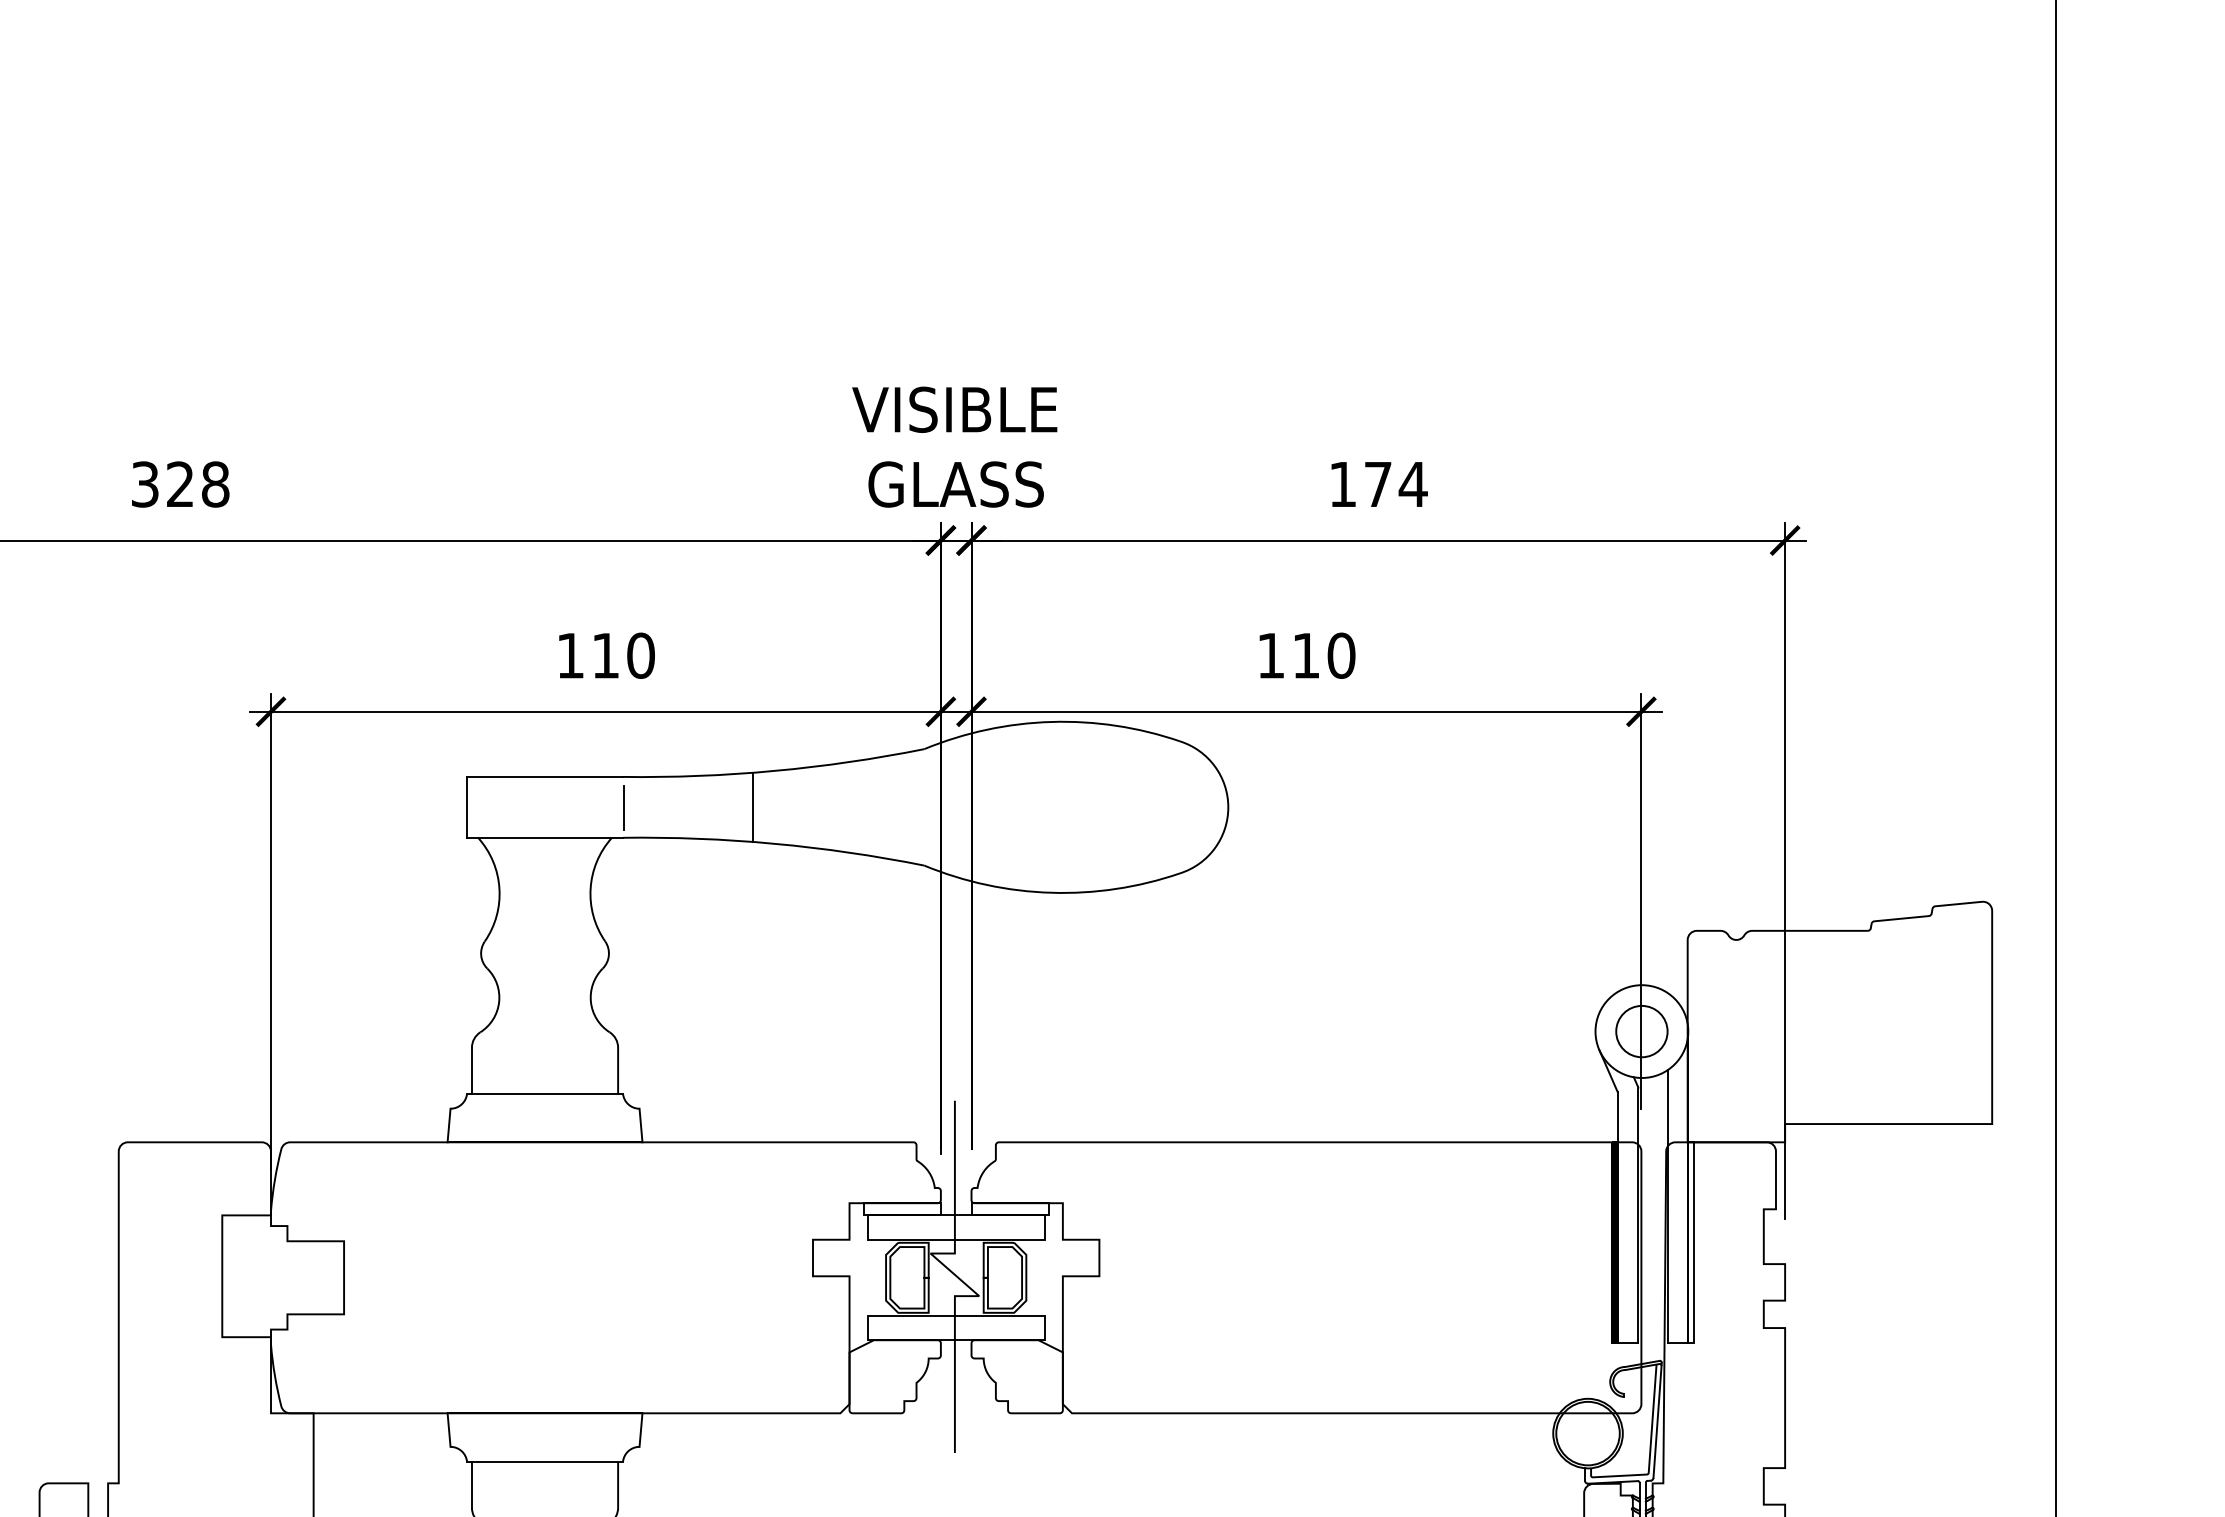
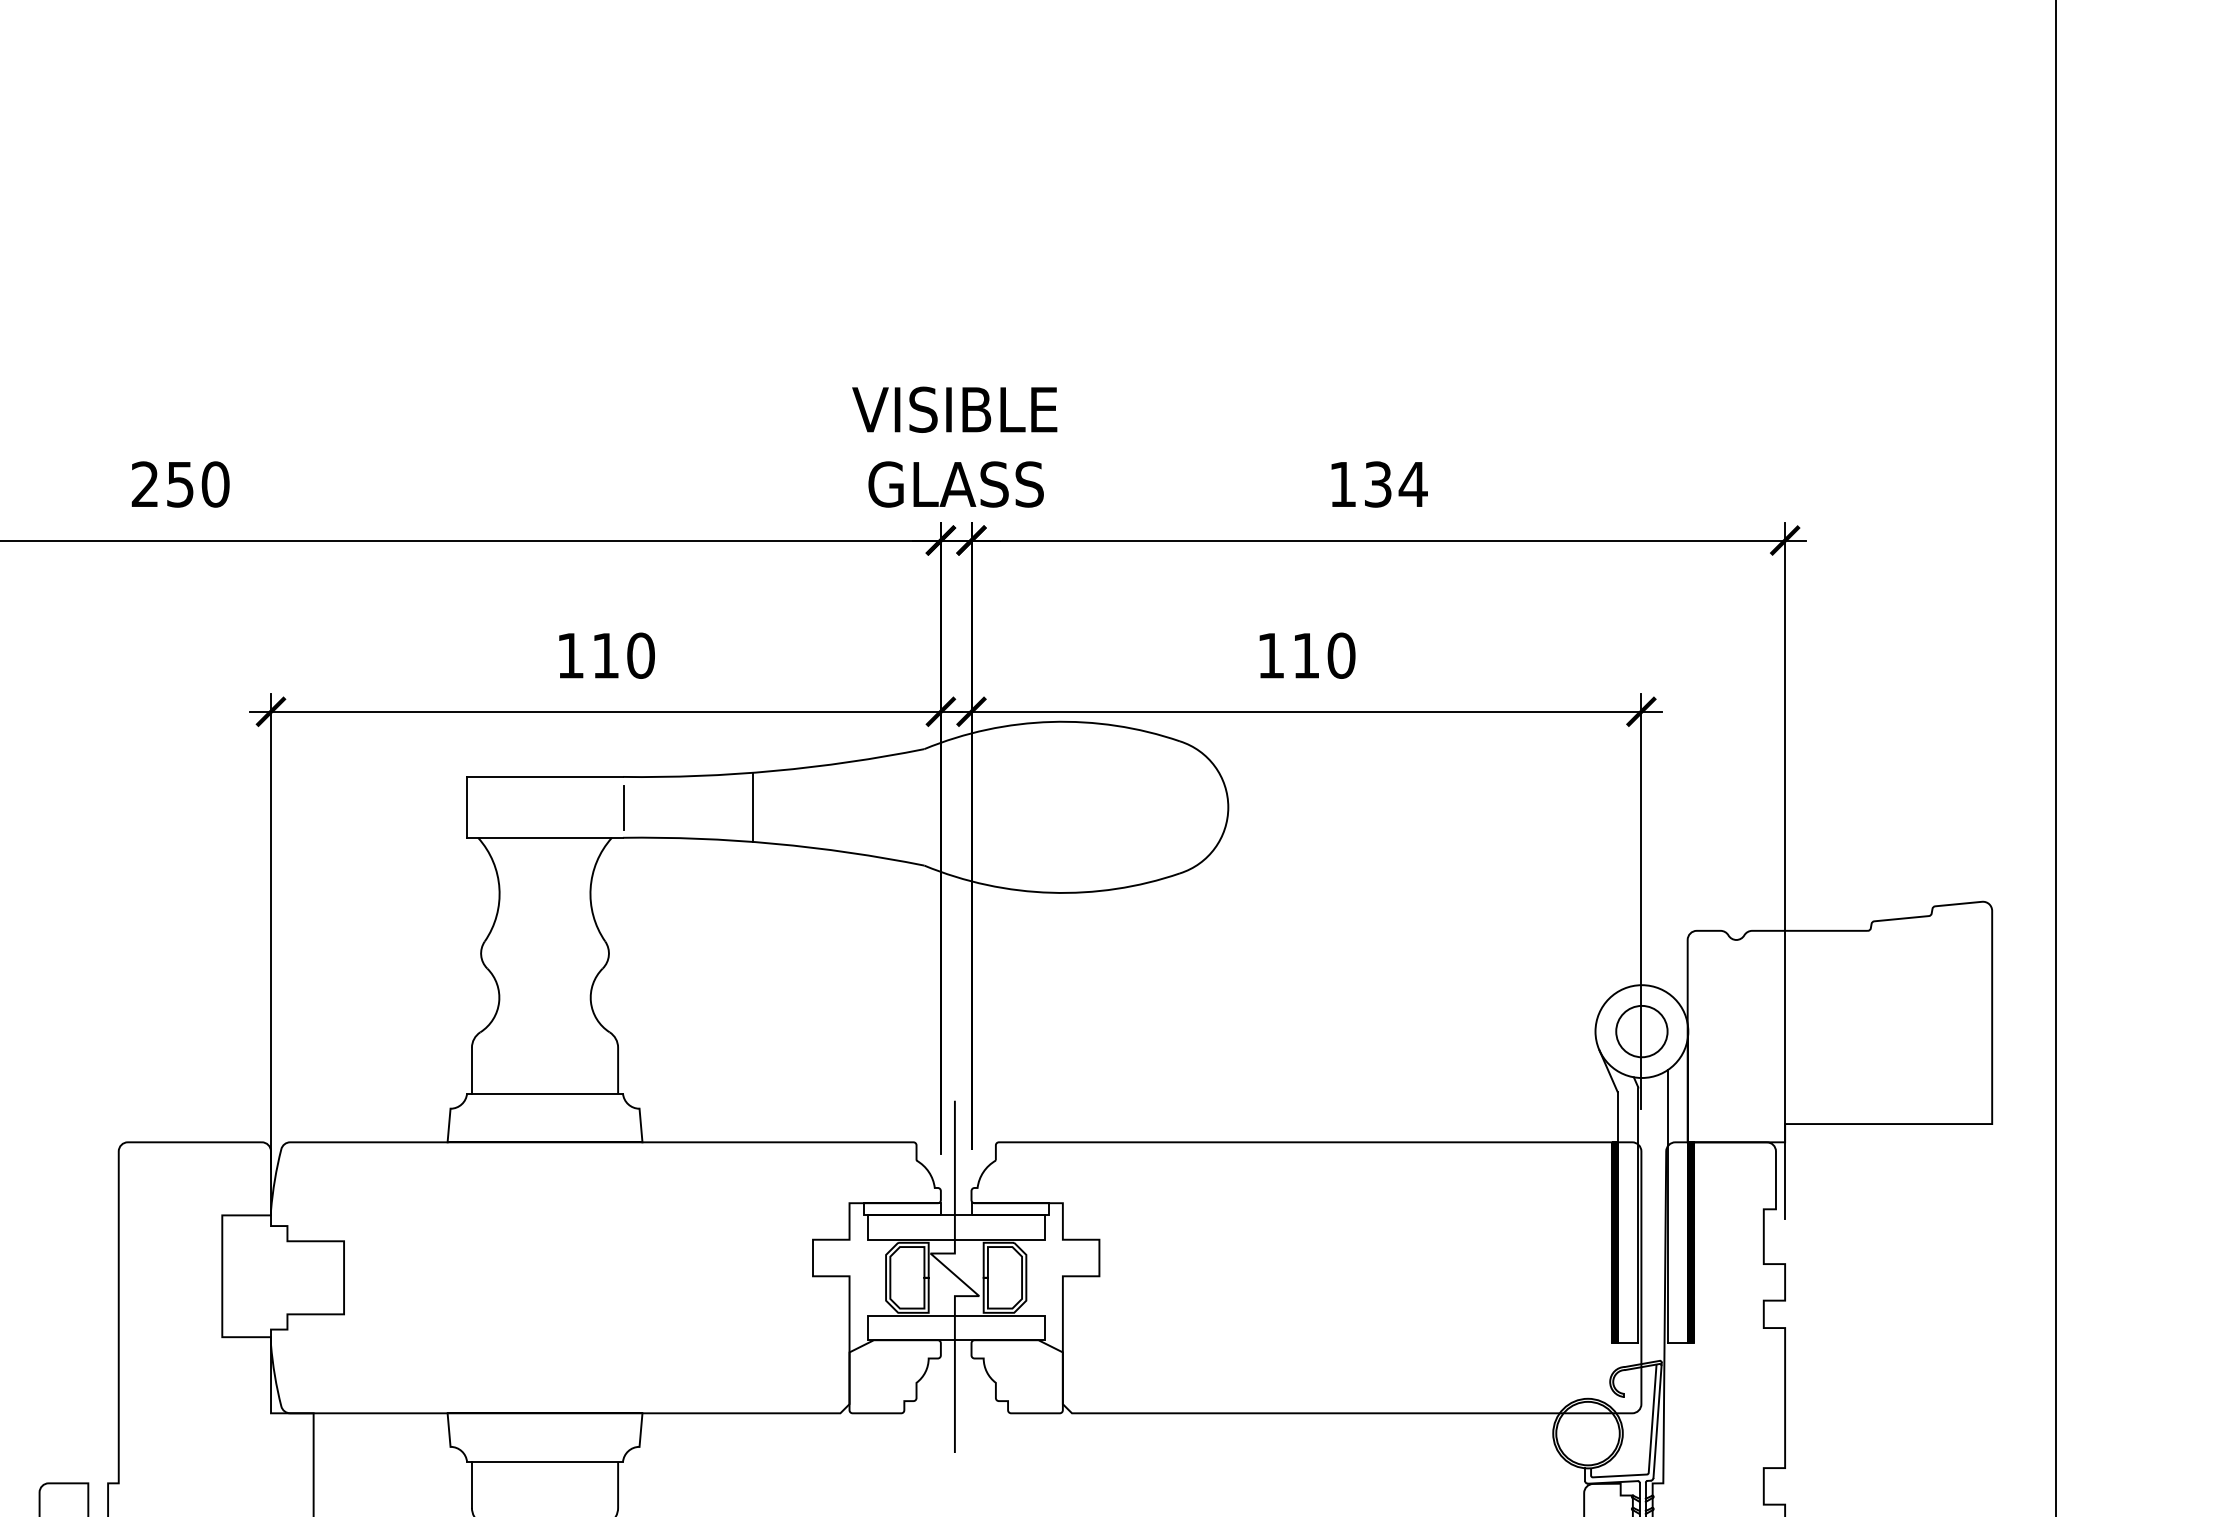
text at (180, 484): 328 -> 250
text at (1378, 484): 174 -> 134
hatch at (1691, 1242): none -> present
